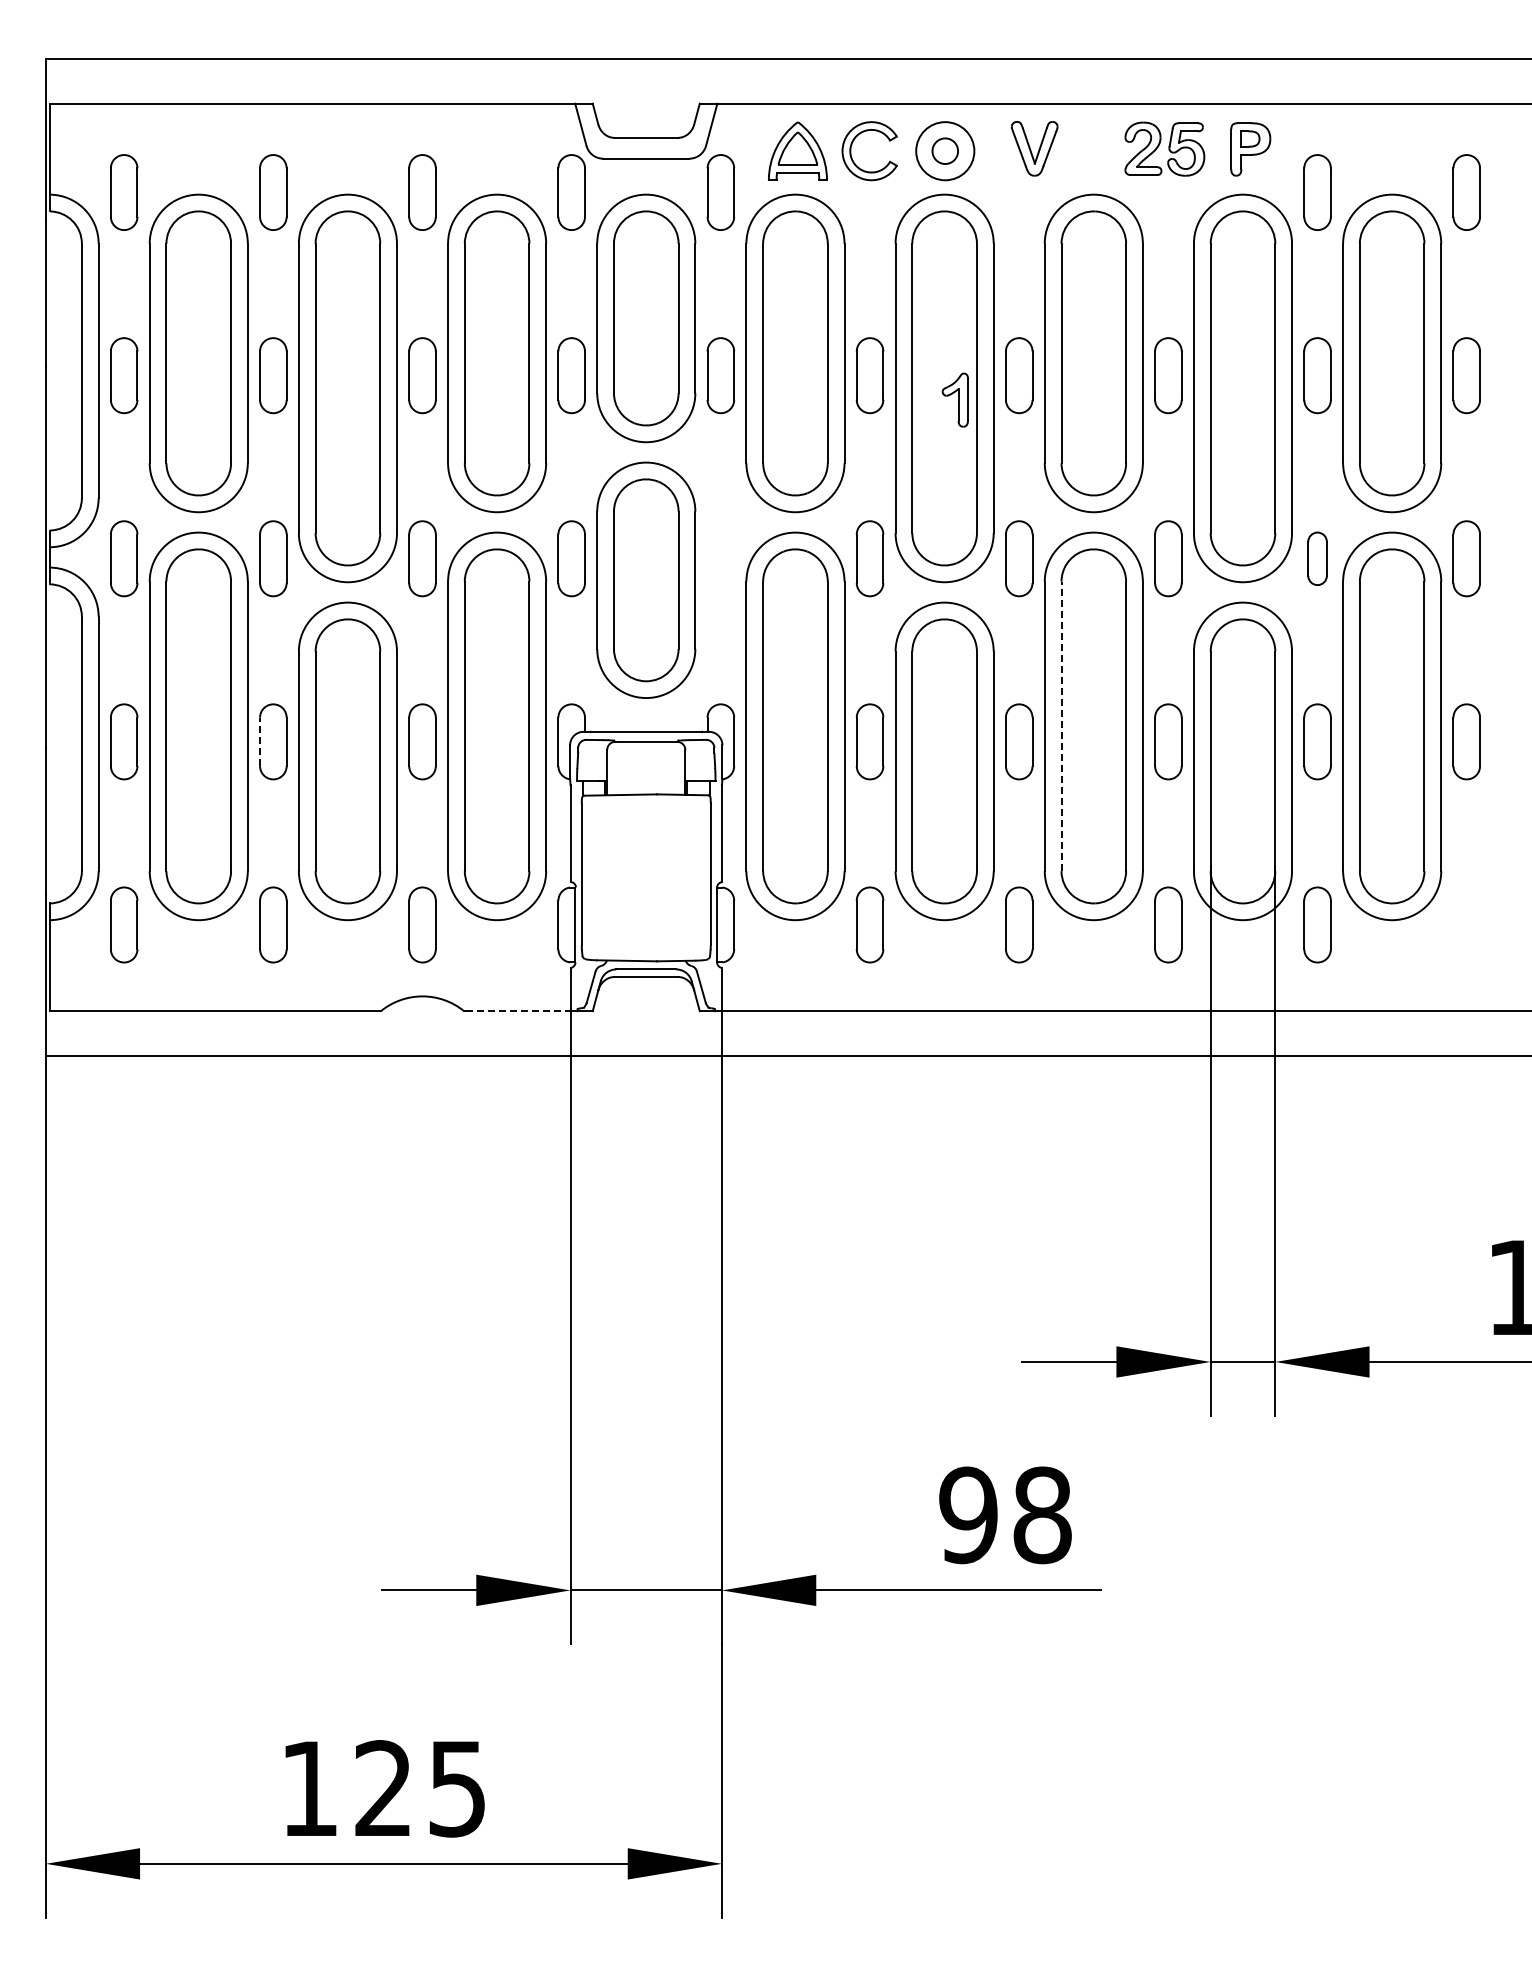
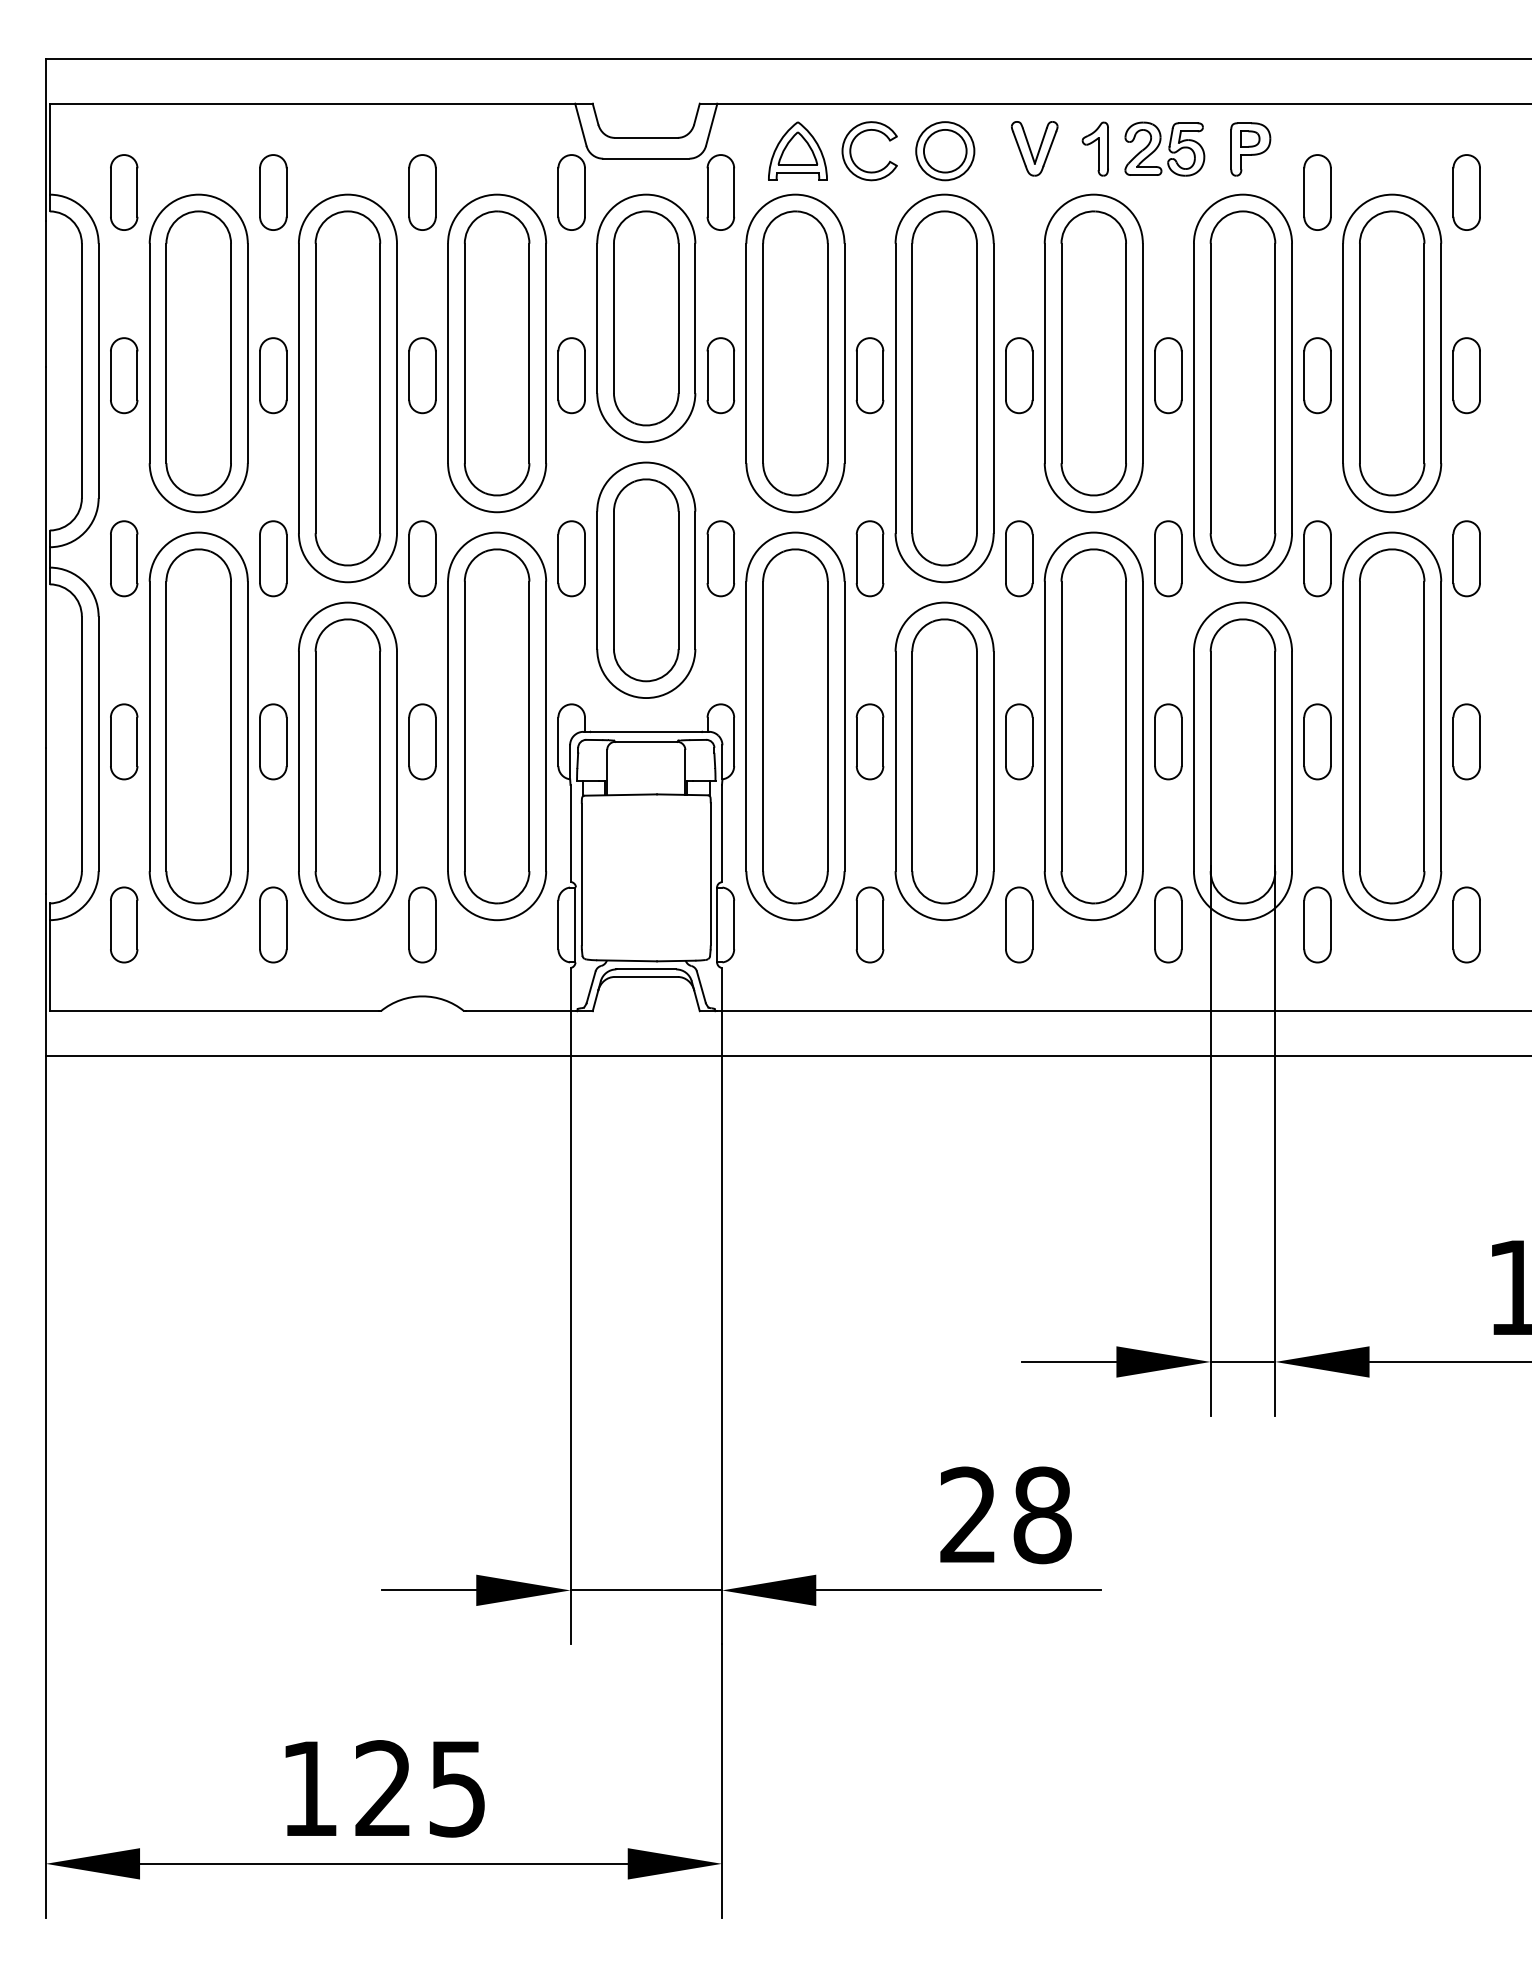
circle at (945, 151) diameter: 26 px -> 43 px
part at (954, 399) position: (954, 399) -> (1094, 148)
part at (720, 558): none -> present
part at (1317, 558) size: 21x55 px -> 29x78 px
line at (1061, 726): dashed -> solid
line at (260, 741): dashed -> solid
part at (1466, 924): none -> present
line at (518, 1011): dashed -> solid
text at (968, 1515): 98 -> 28
